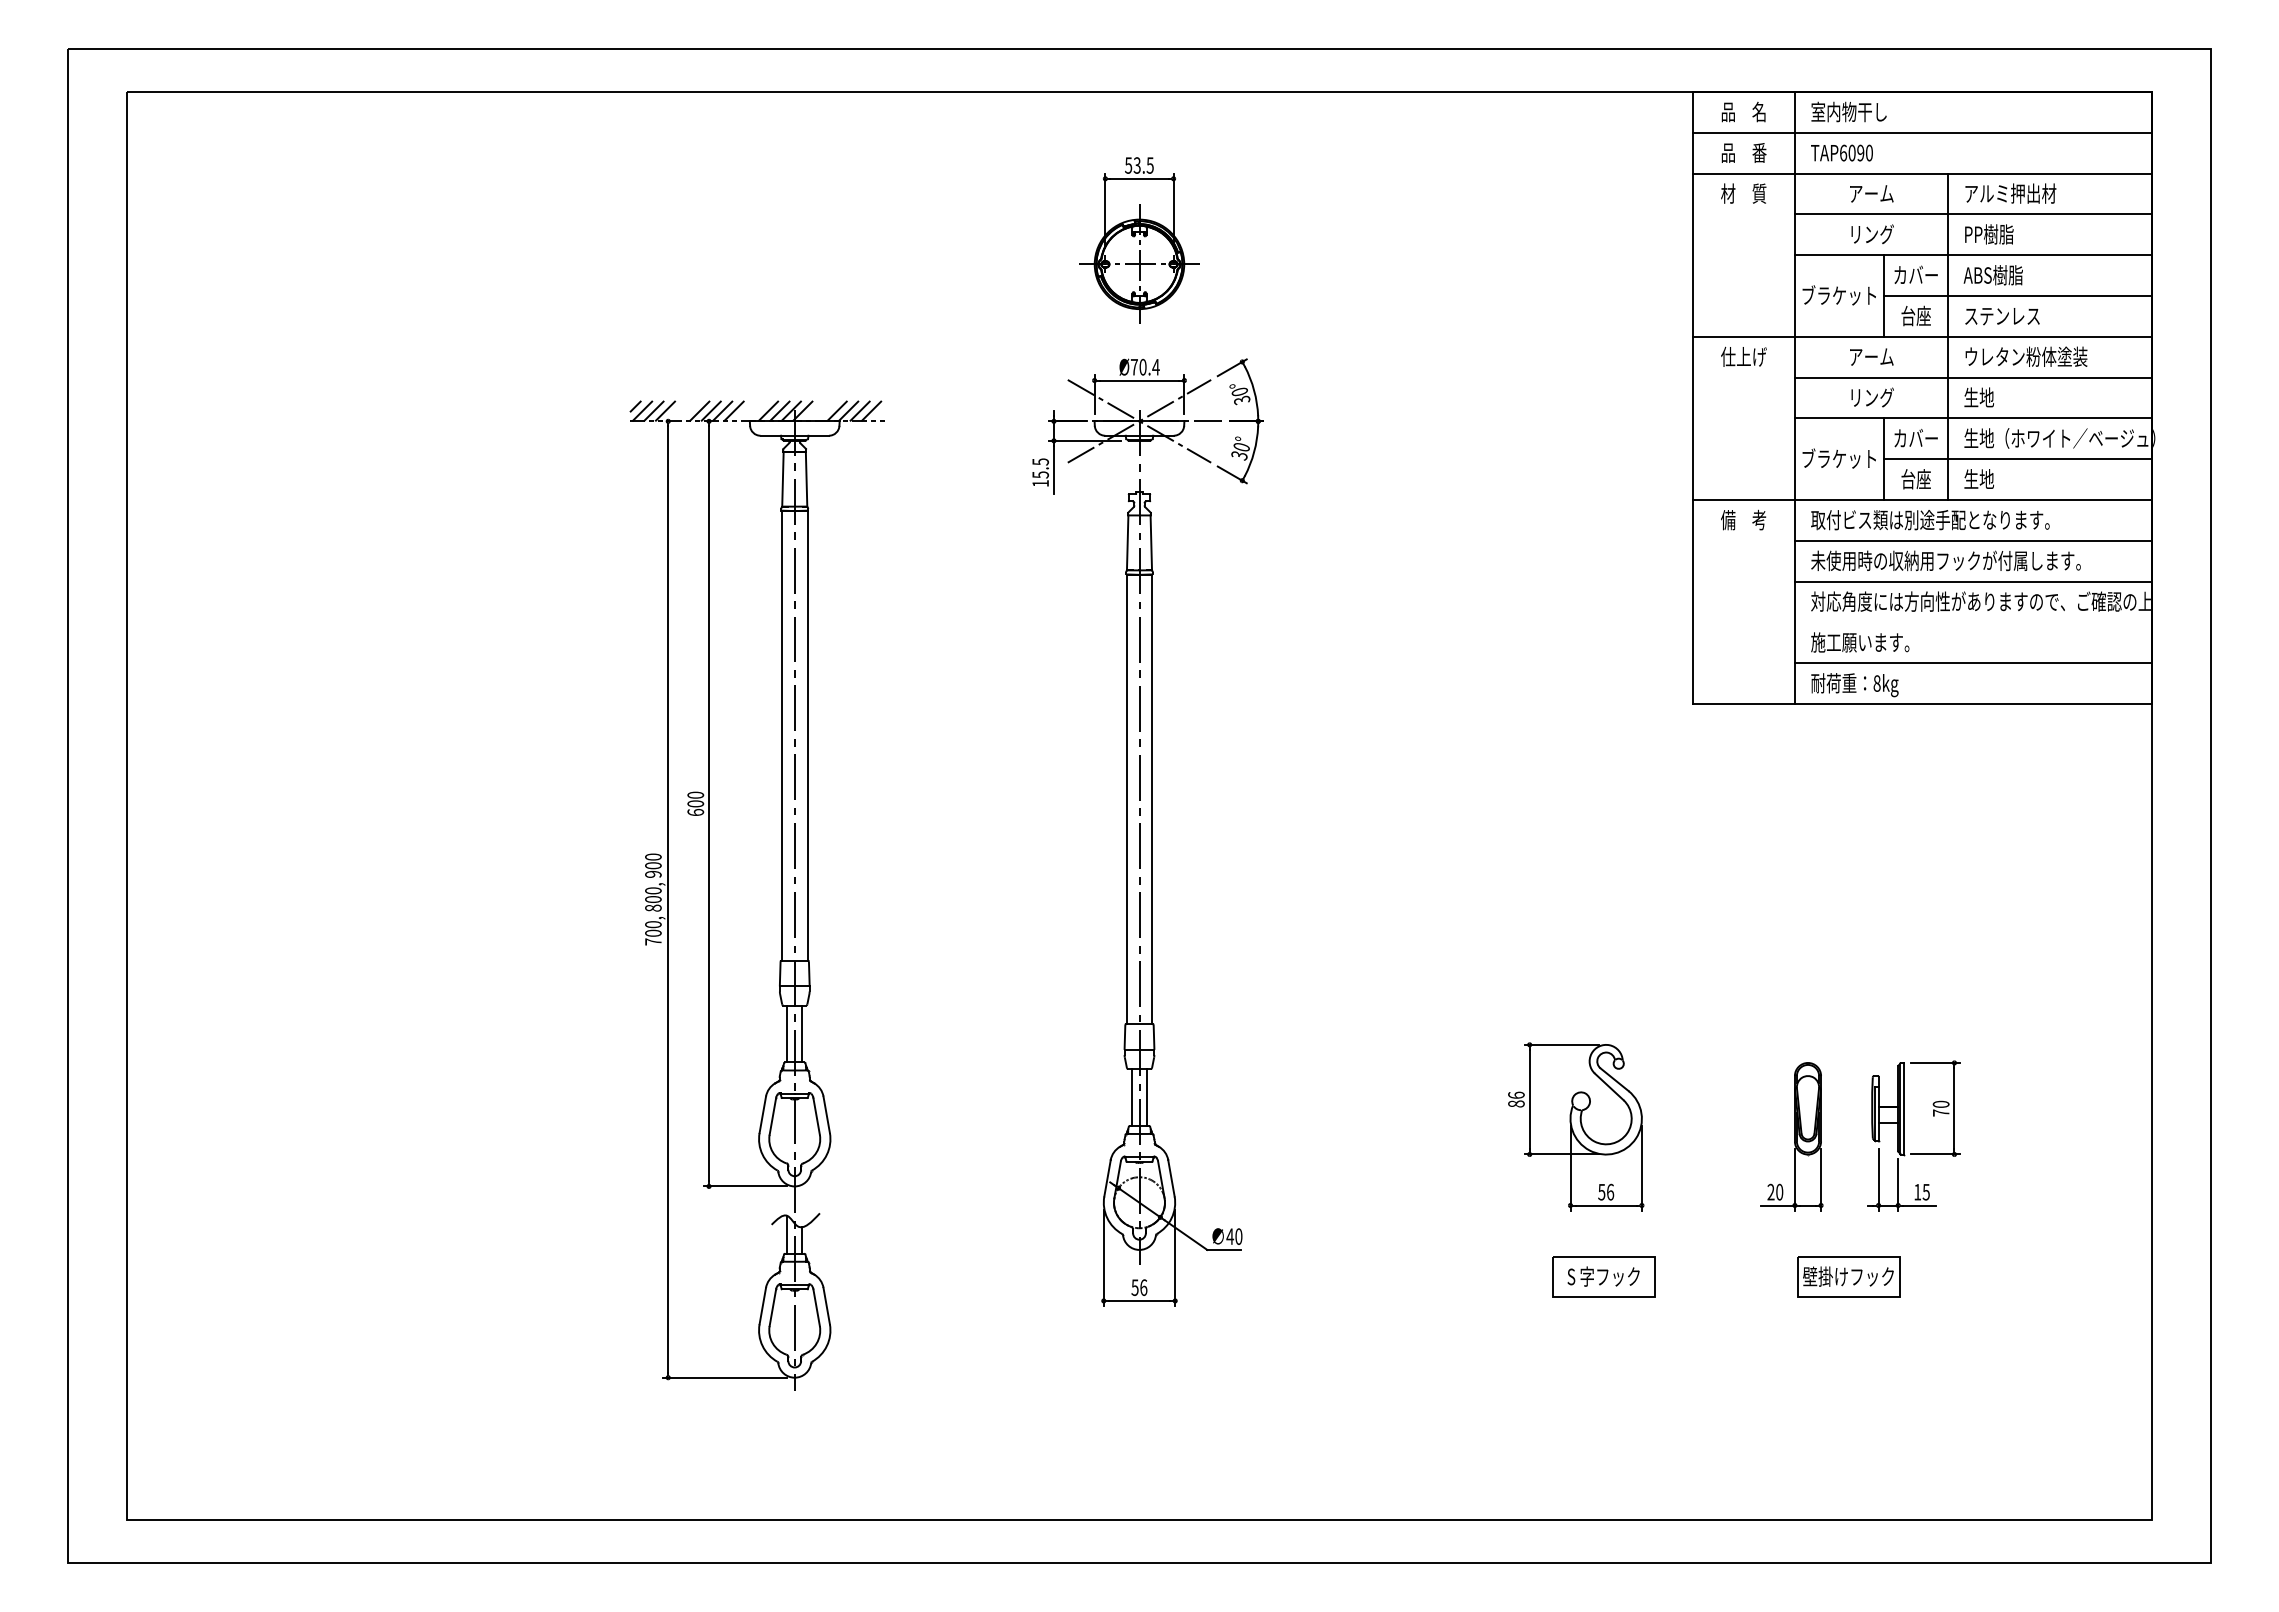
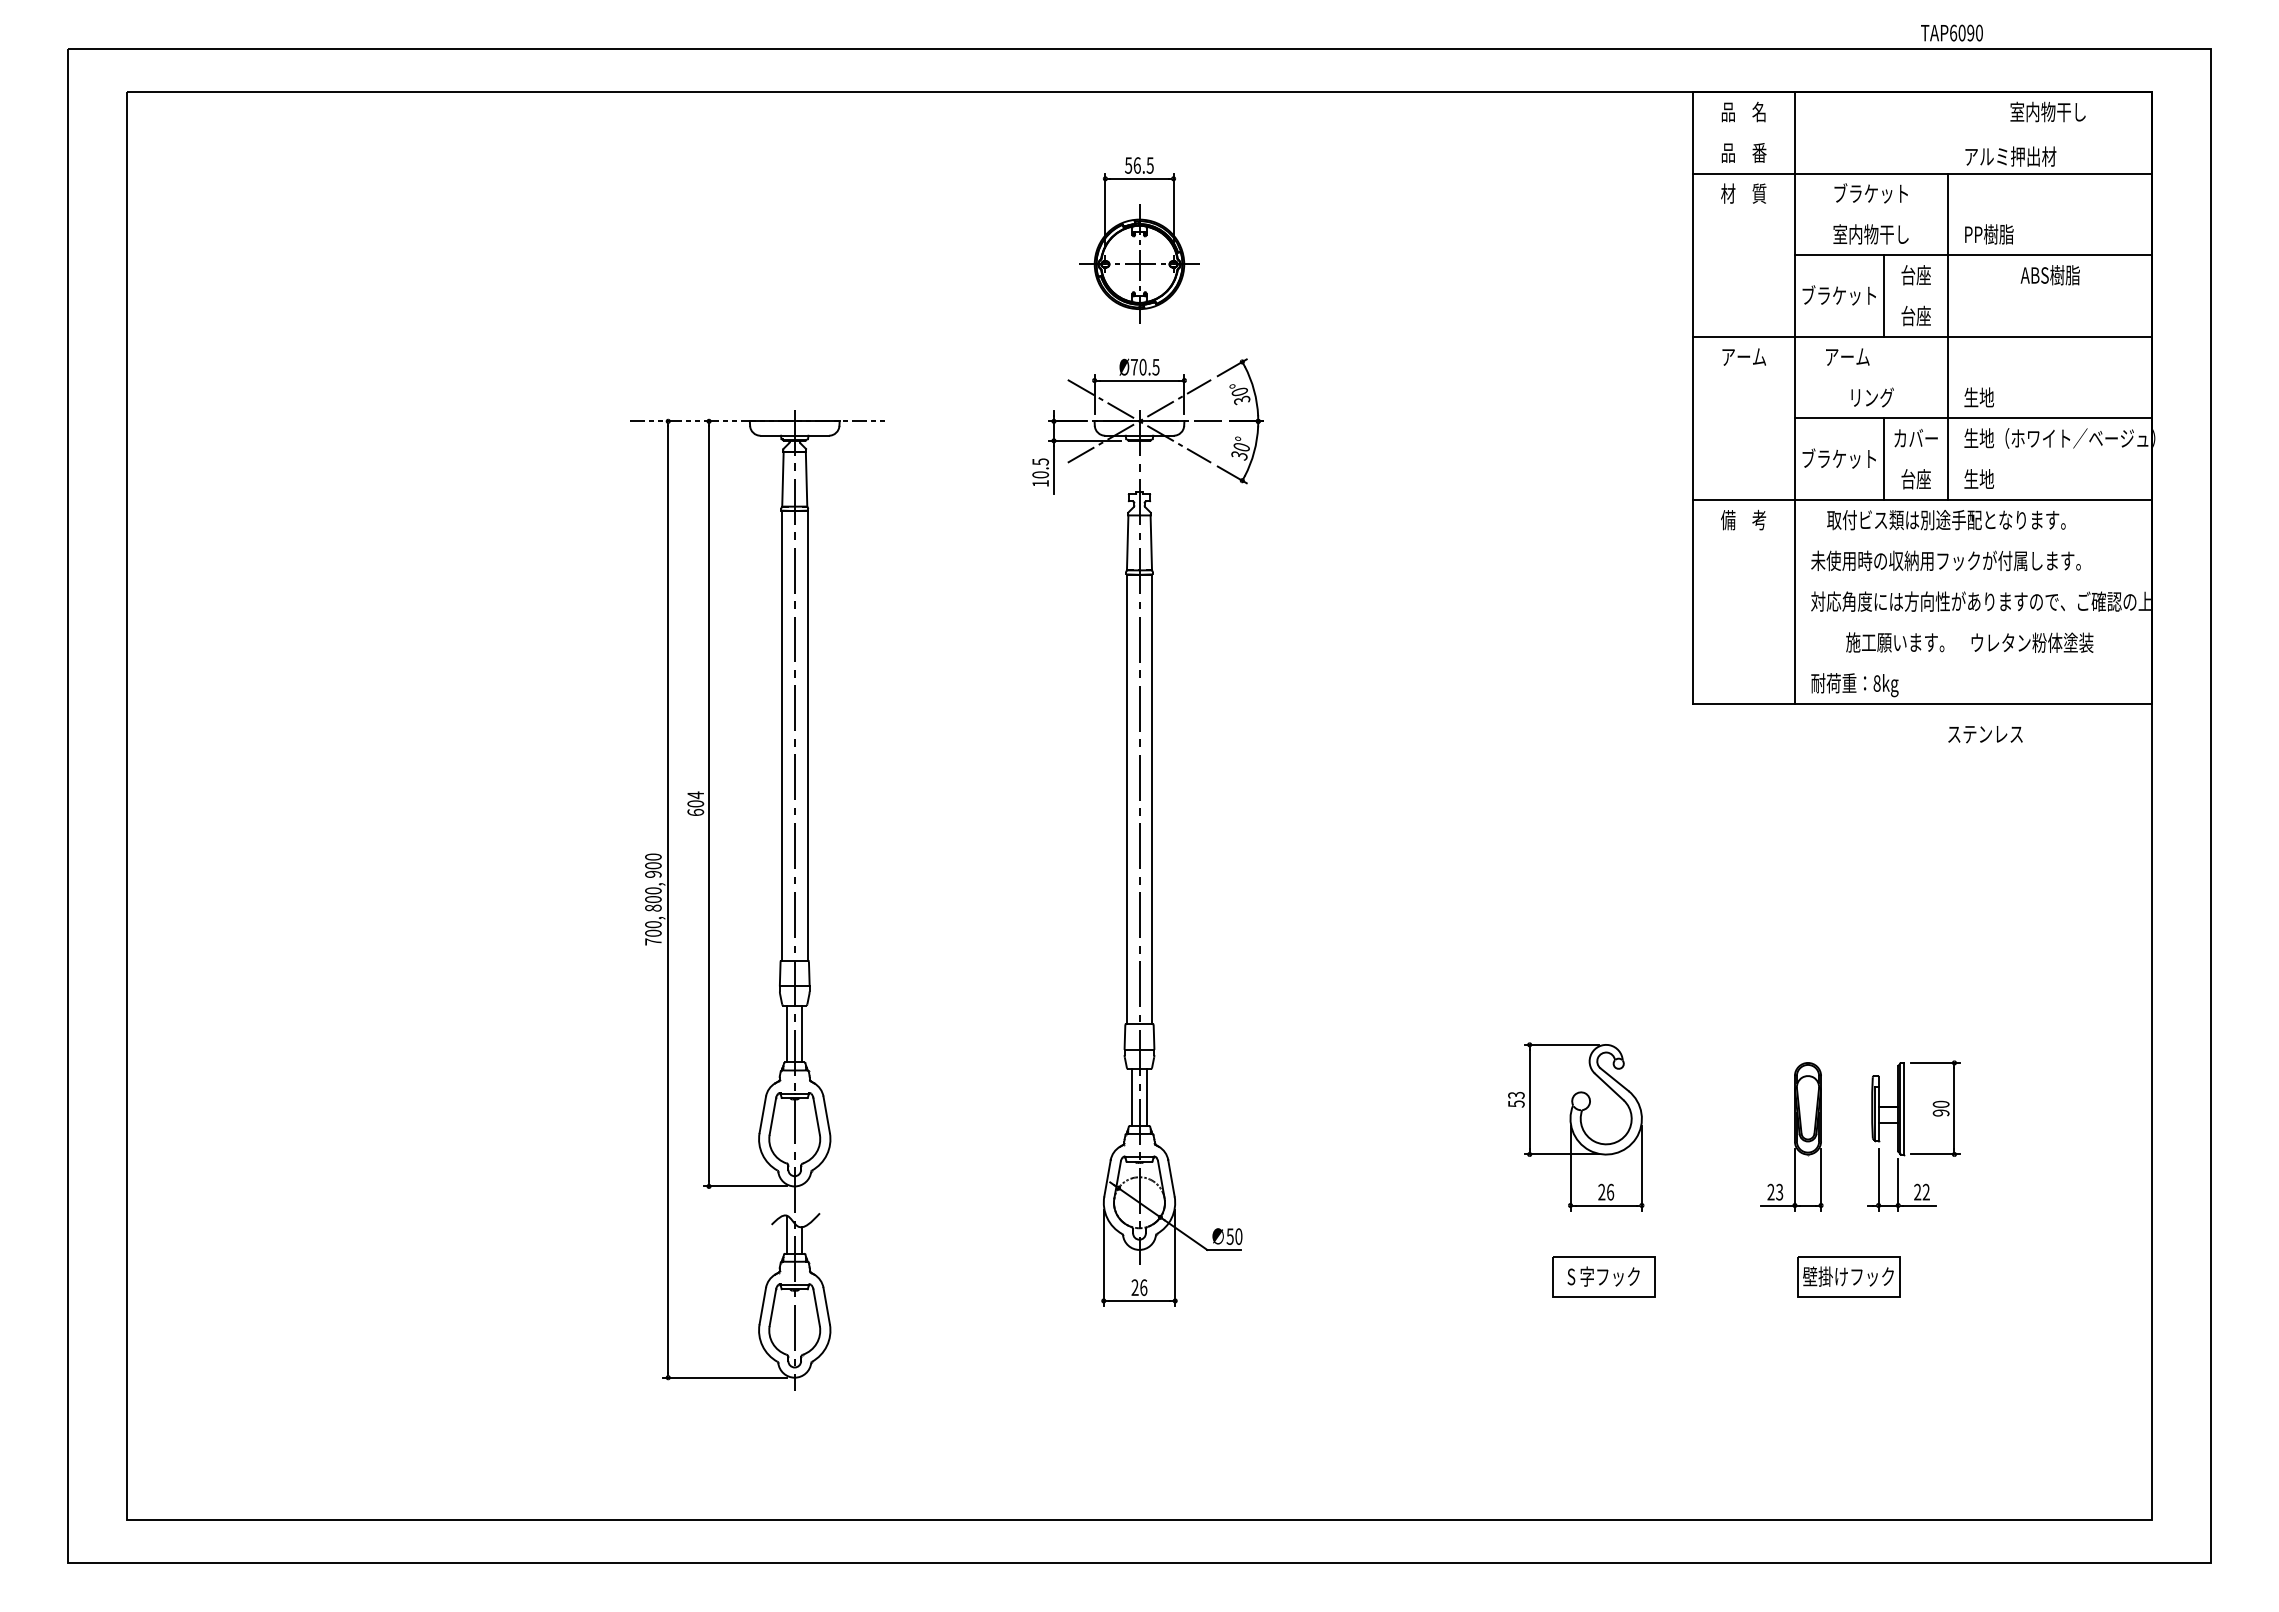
text at (1848, 111) position: (1848, 111) -> (2047, 111)
line at (1921, 132): present -> none
text at (1841, 152) position: (1841, 152) -> (1951, 32)
text at (1136, 165): 53.5 -> 56.5
text at (1870, 193): アーム -> ブラケット
text at (2010, 193) position: (2010, 193) -> (2010, 156)
line at (1972, 214): present -> none
text at (1870, 234): リング -> 室内物干し
text at (1915, 275): カバー -> 台座
text at (1992, 275) position: (1992, 275) -> (2049, 275)
line at (2017, 295): present -> none
text at (2002, 316) position: (2002, 316) -> (1985, 734)
text at (1743, 356): 仕上げ -> アーム
text at (1871, 356) position: (1871, 356) -> (1847, 356)
text at (2026, 356) position: (2026, 356) -> (2032, 642)
text at (1155, 367): Ø70.4 -> Ø70.5
line at (1972, 377): present -> none
hatch at (755, 410): present -> none
line at (2017, 459): present -> none
text at (1040, 474): 15.5 -> 10.5
text at (1930, 520) position: (1930, 520) -> (1946, 520)
line at (1972, 540): present -> none
line at (1972, 581): present -> none
text at (1860, 642) position: (1860, 642) -> (1895, 642)
line at (1972, 663): present -> none
text at (695, 795): 600 -> 604
text at (1516, 1099): 86 -> 53
text at (1940, 1112): 70 -> 90
text at (1601, 1191): 56 -> 26
text at (1921, 1191): 15 -> 22
text at (1779, 1192): 20 -> 23
text at (1230, 1236): 40 -> 50
text at (1134, 1287): 56 -> 26
